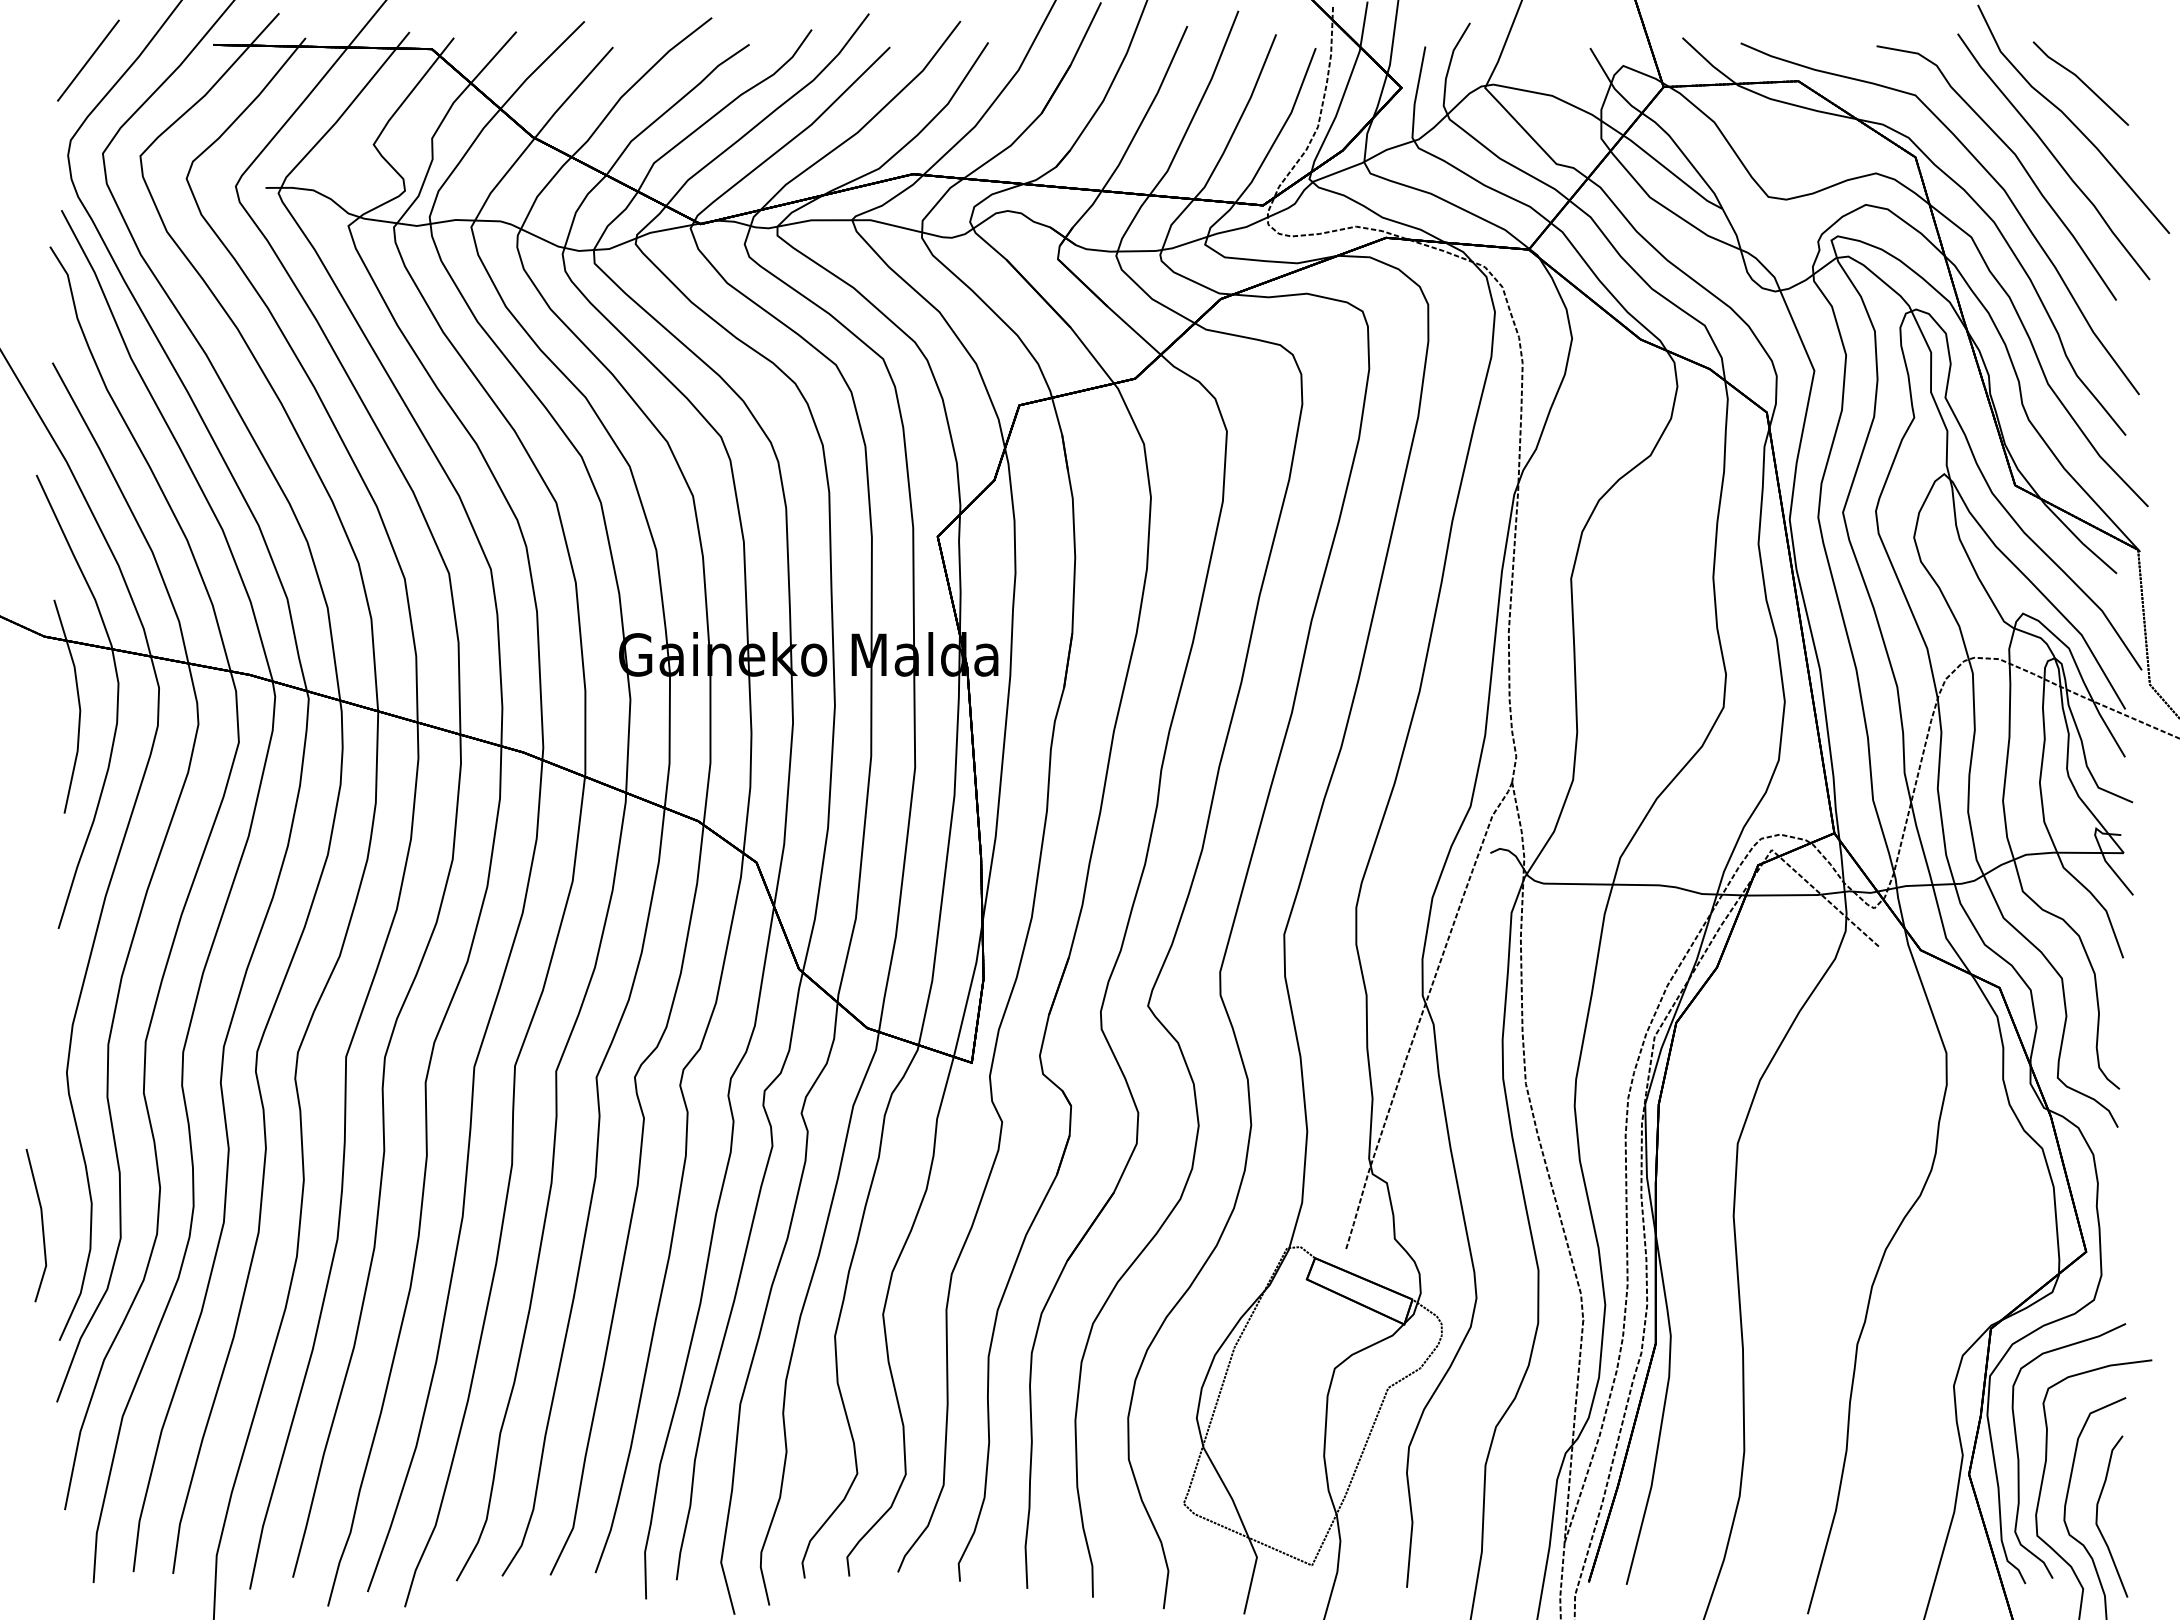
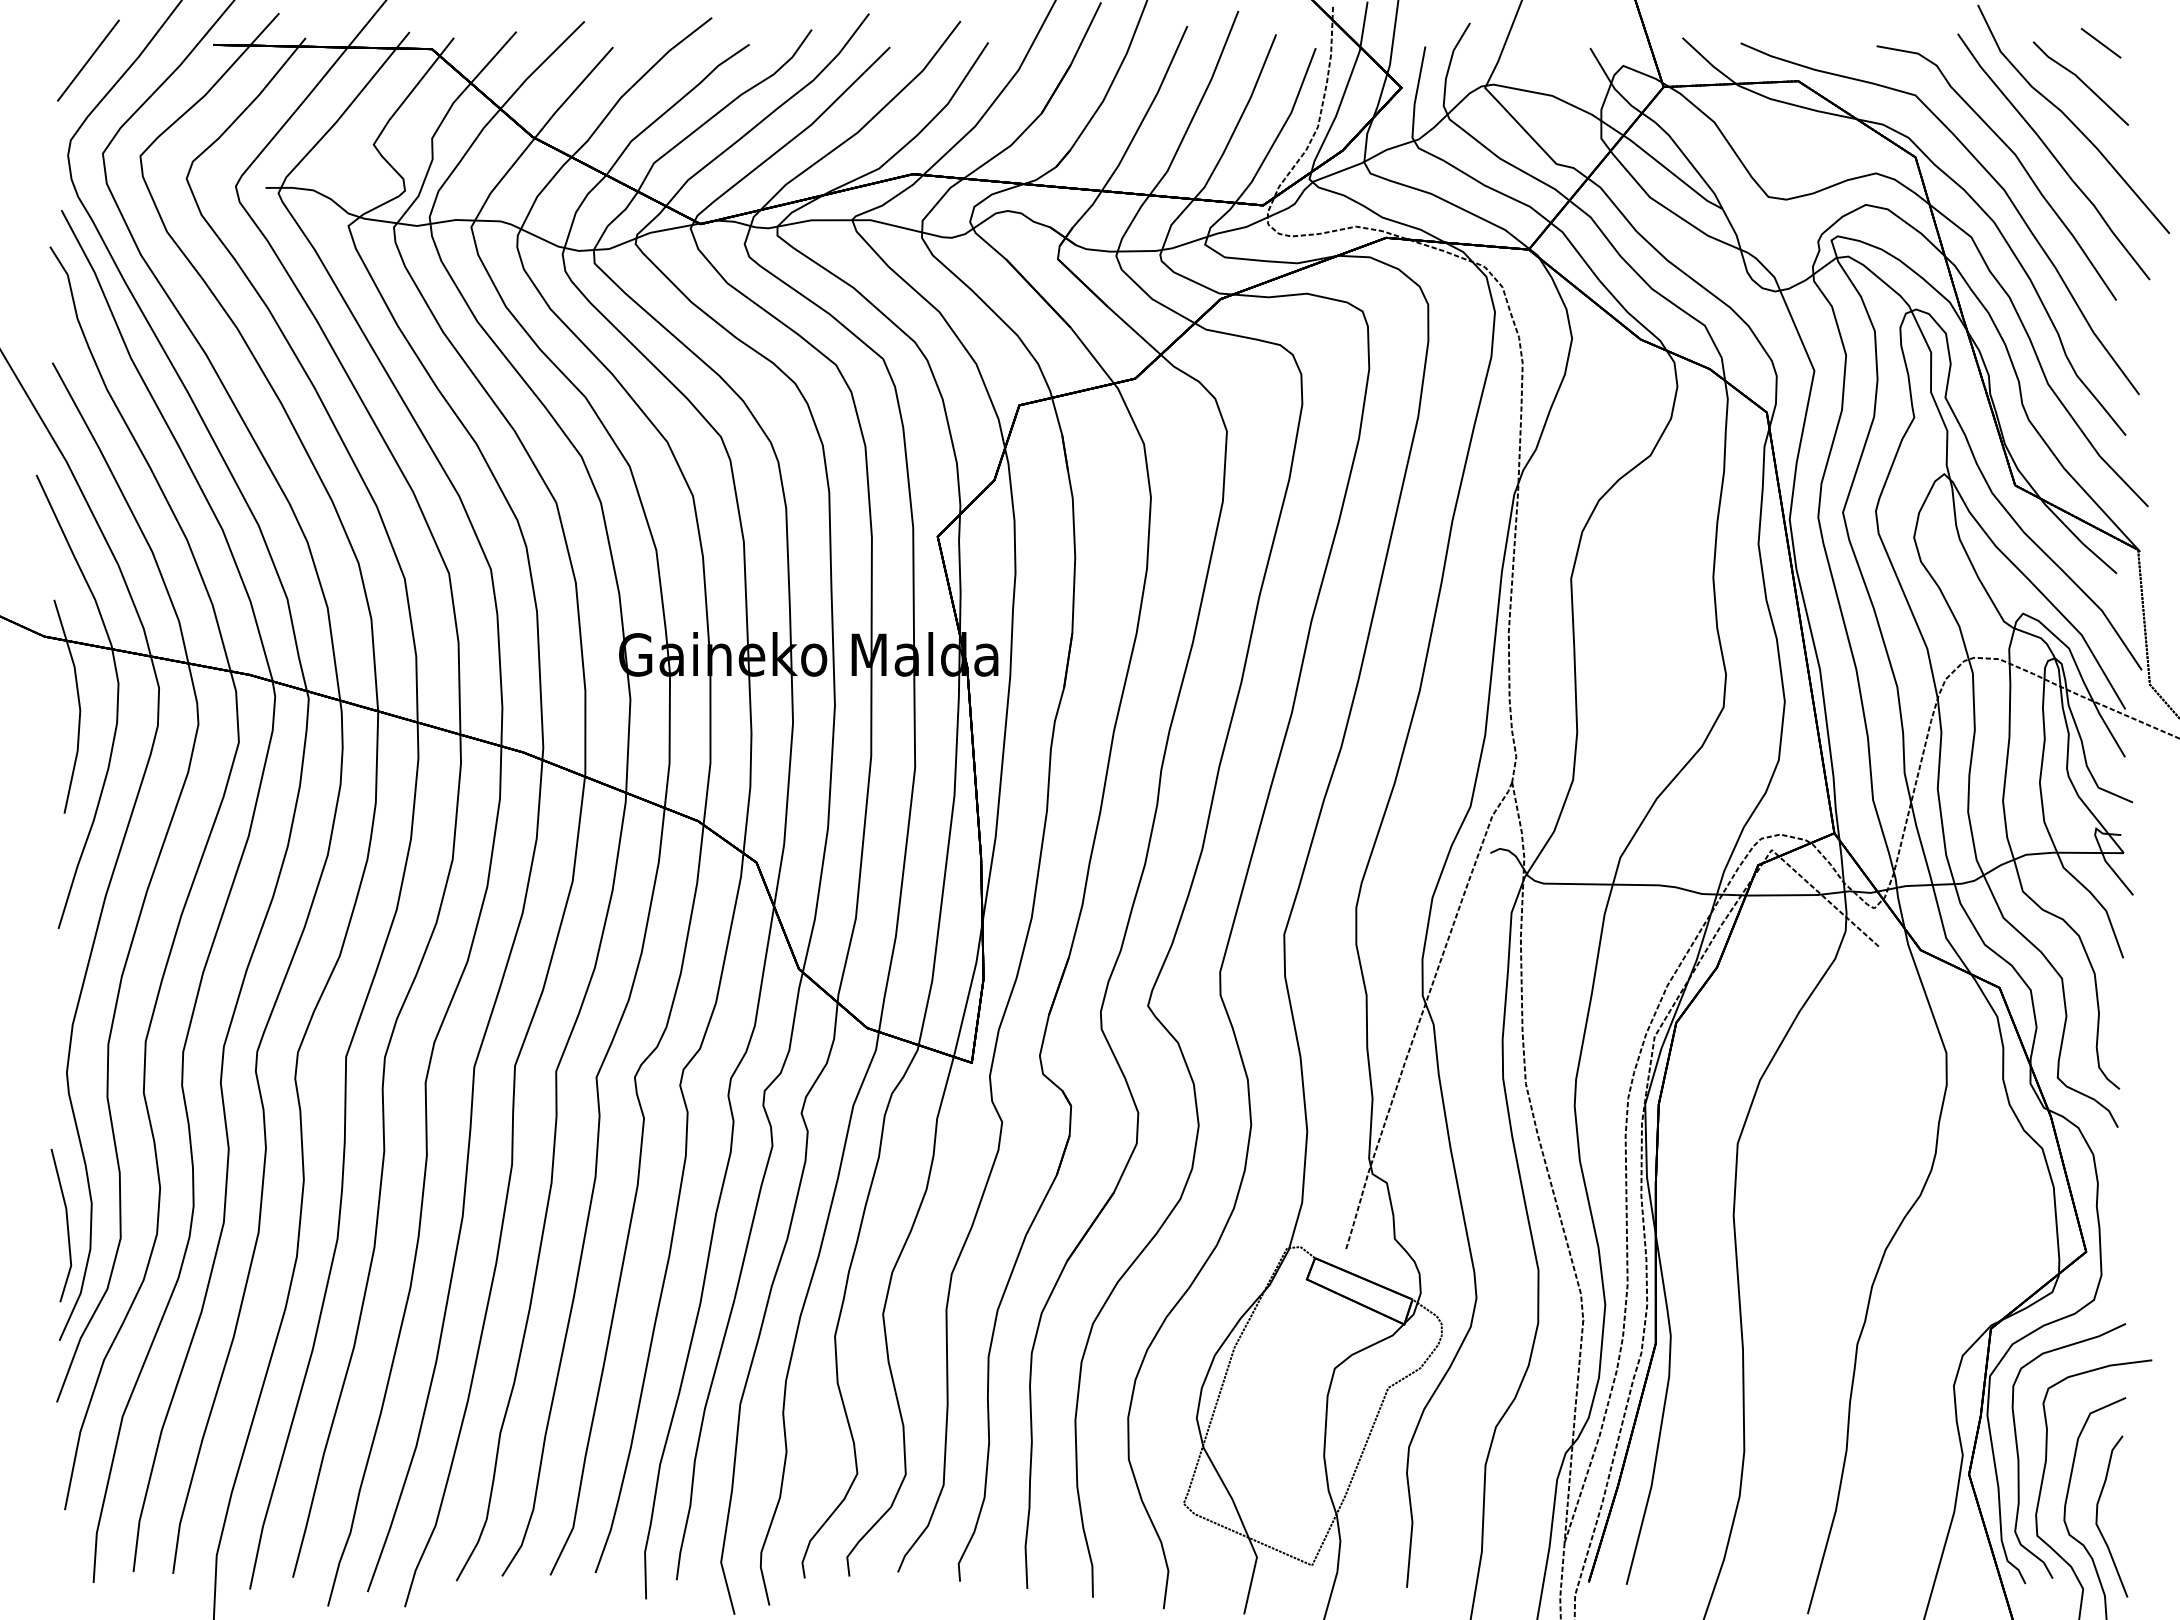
line at (2100, 43): none -> present
line at (41, 1225) position: (41, 1225) -> (66, 1225)
